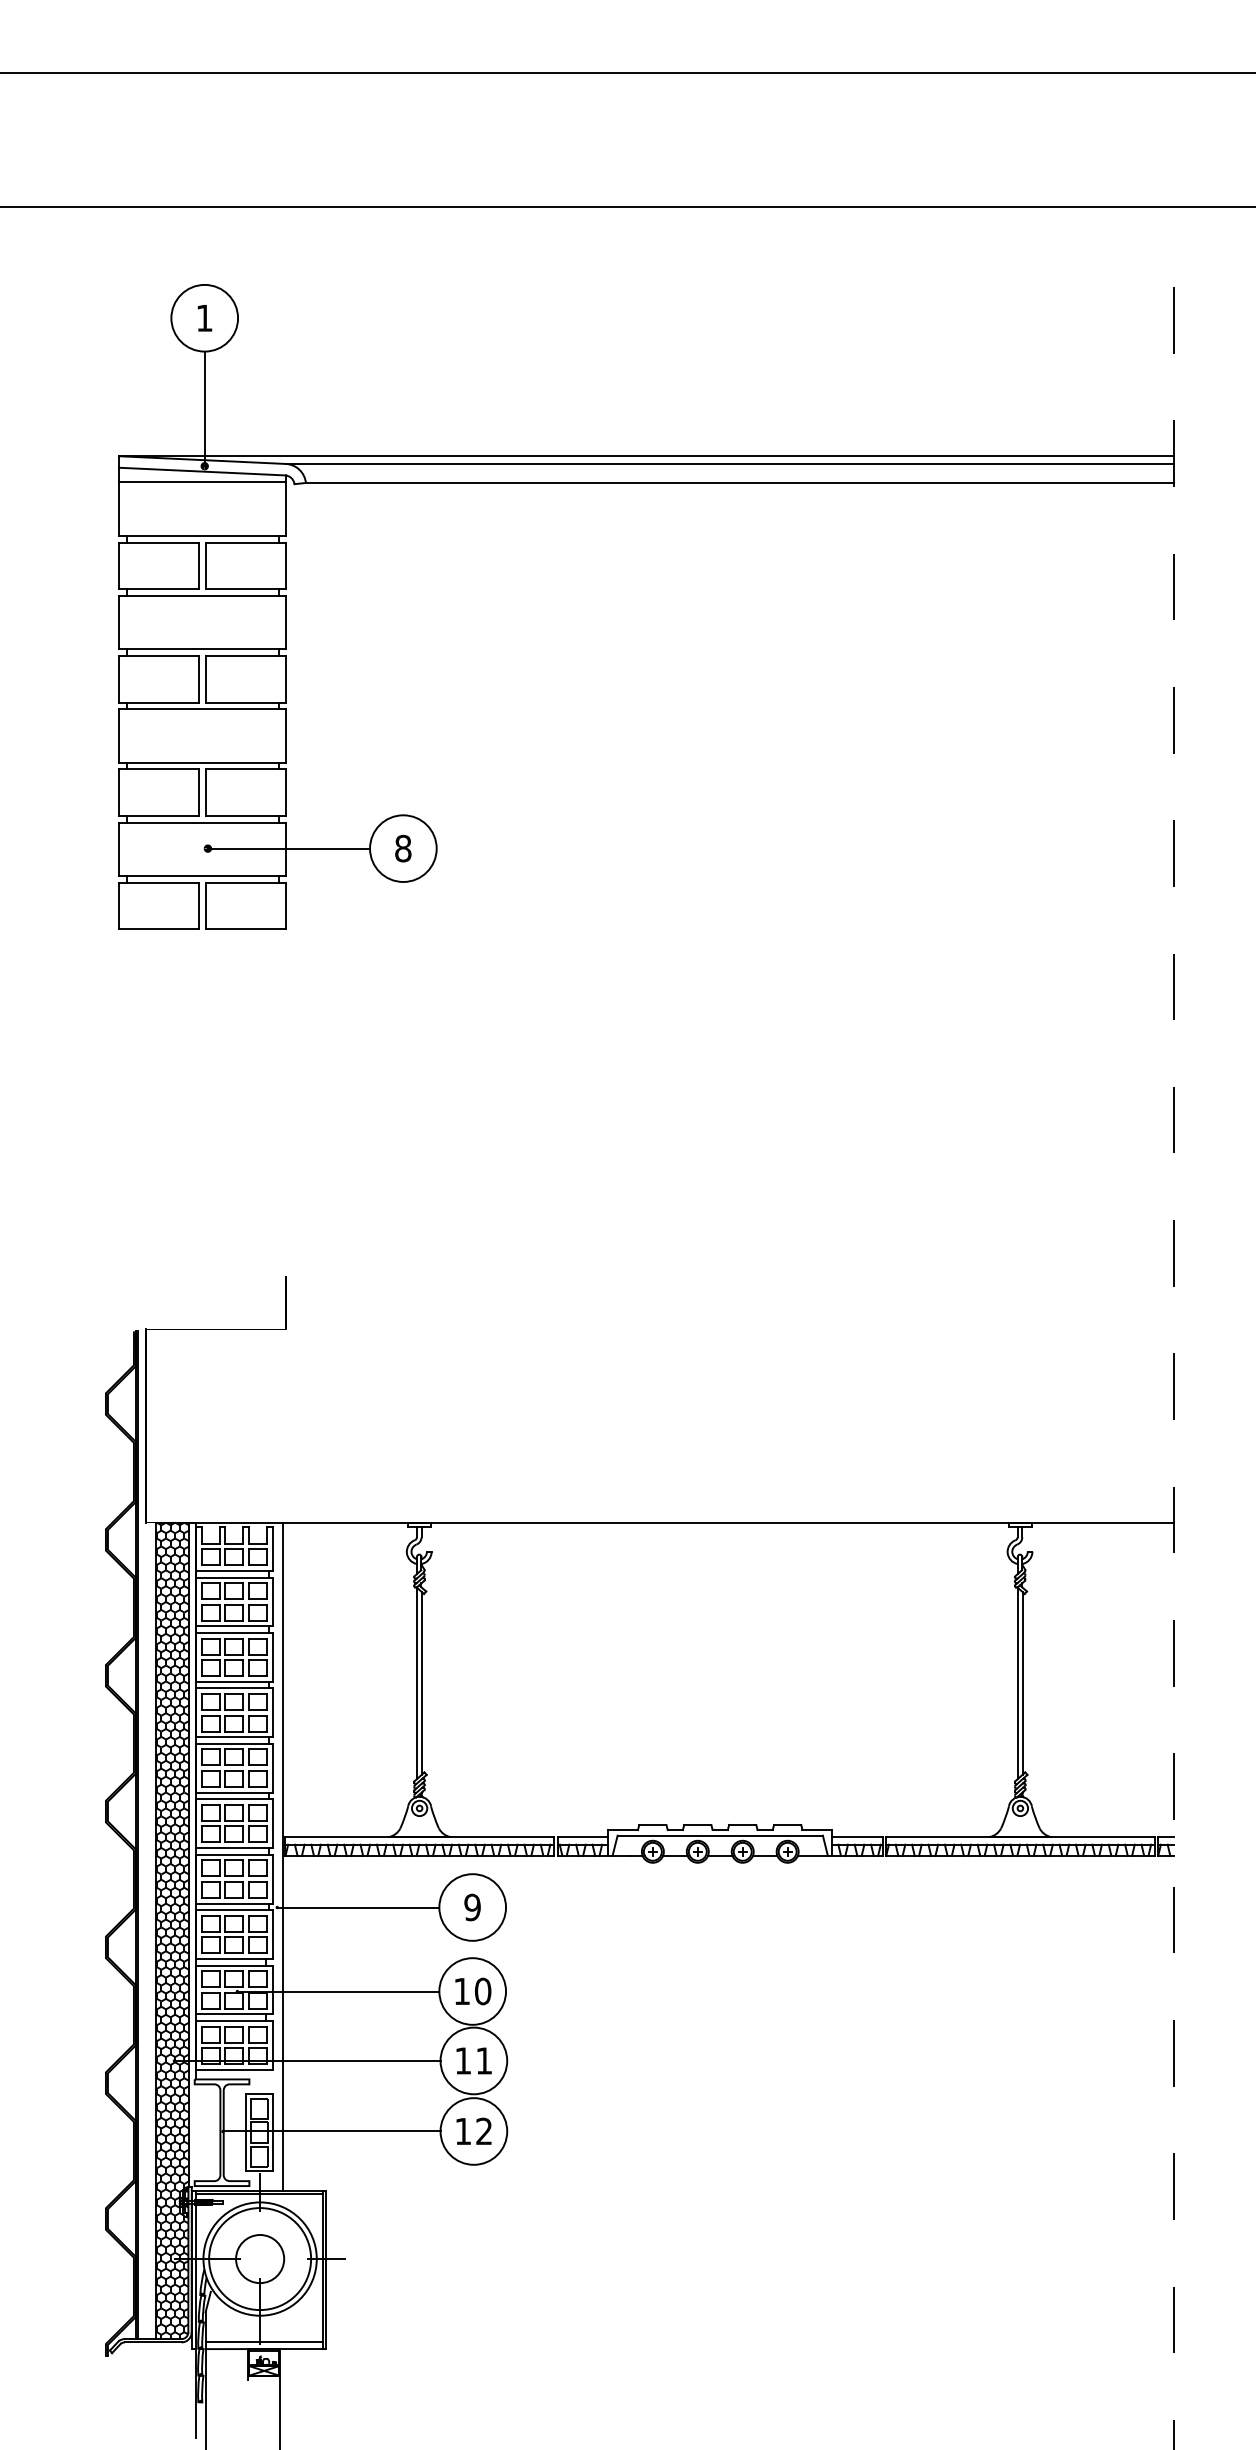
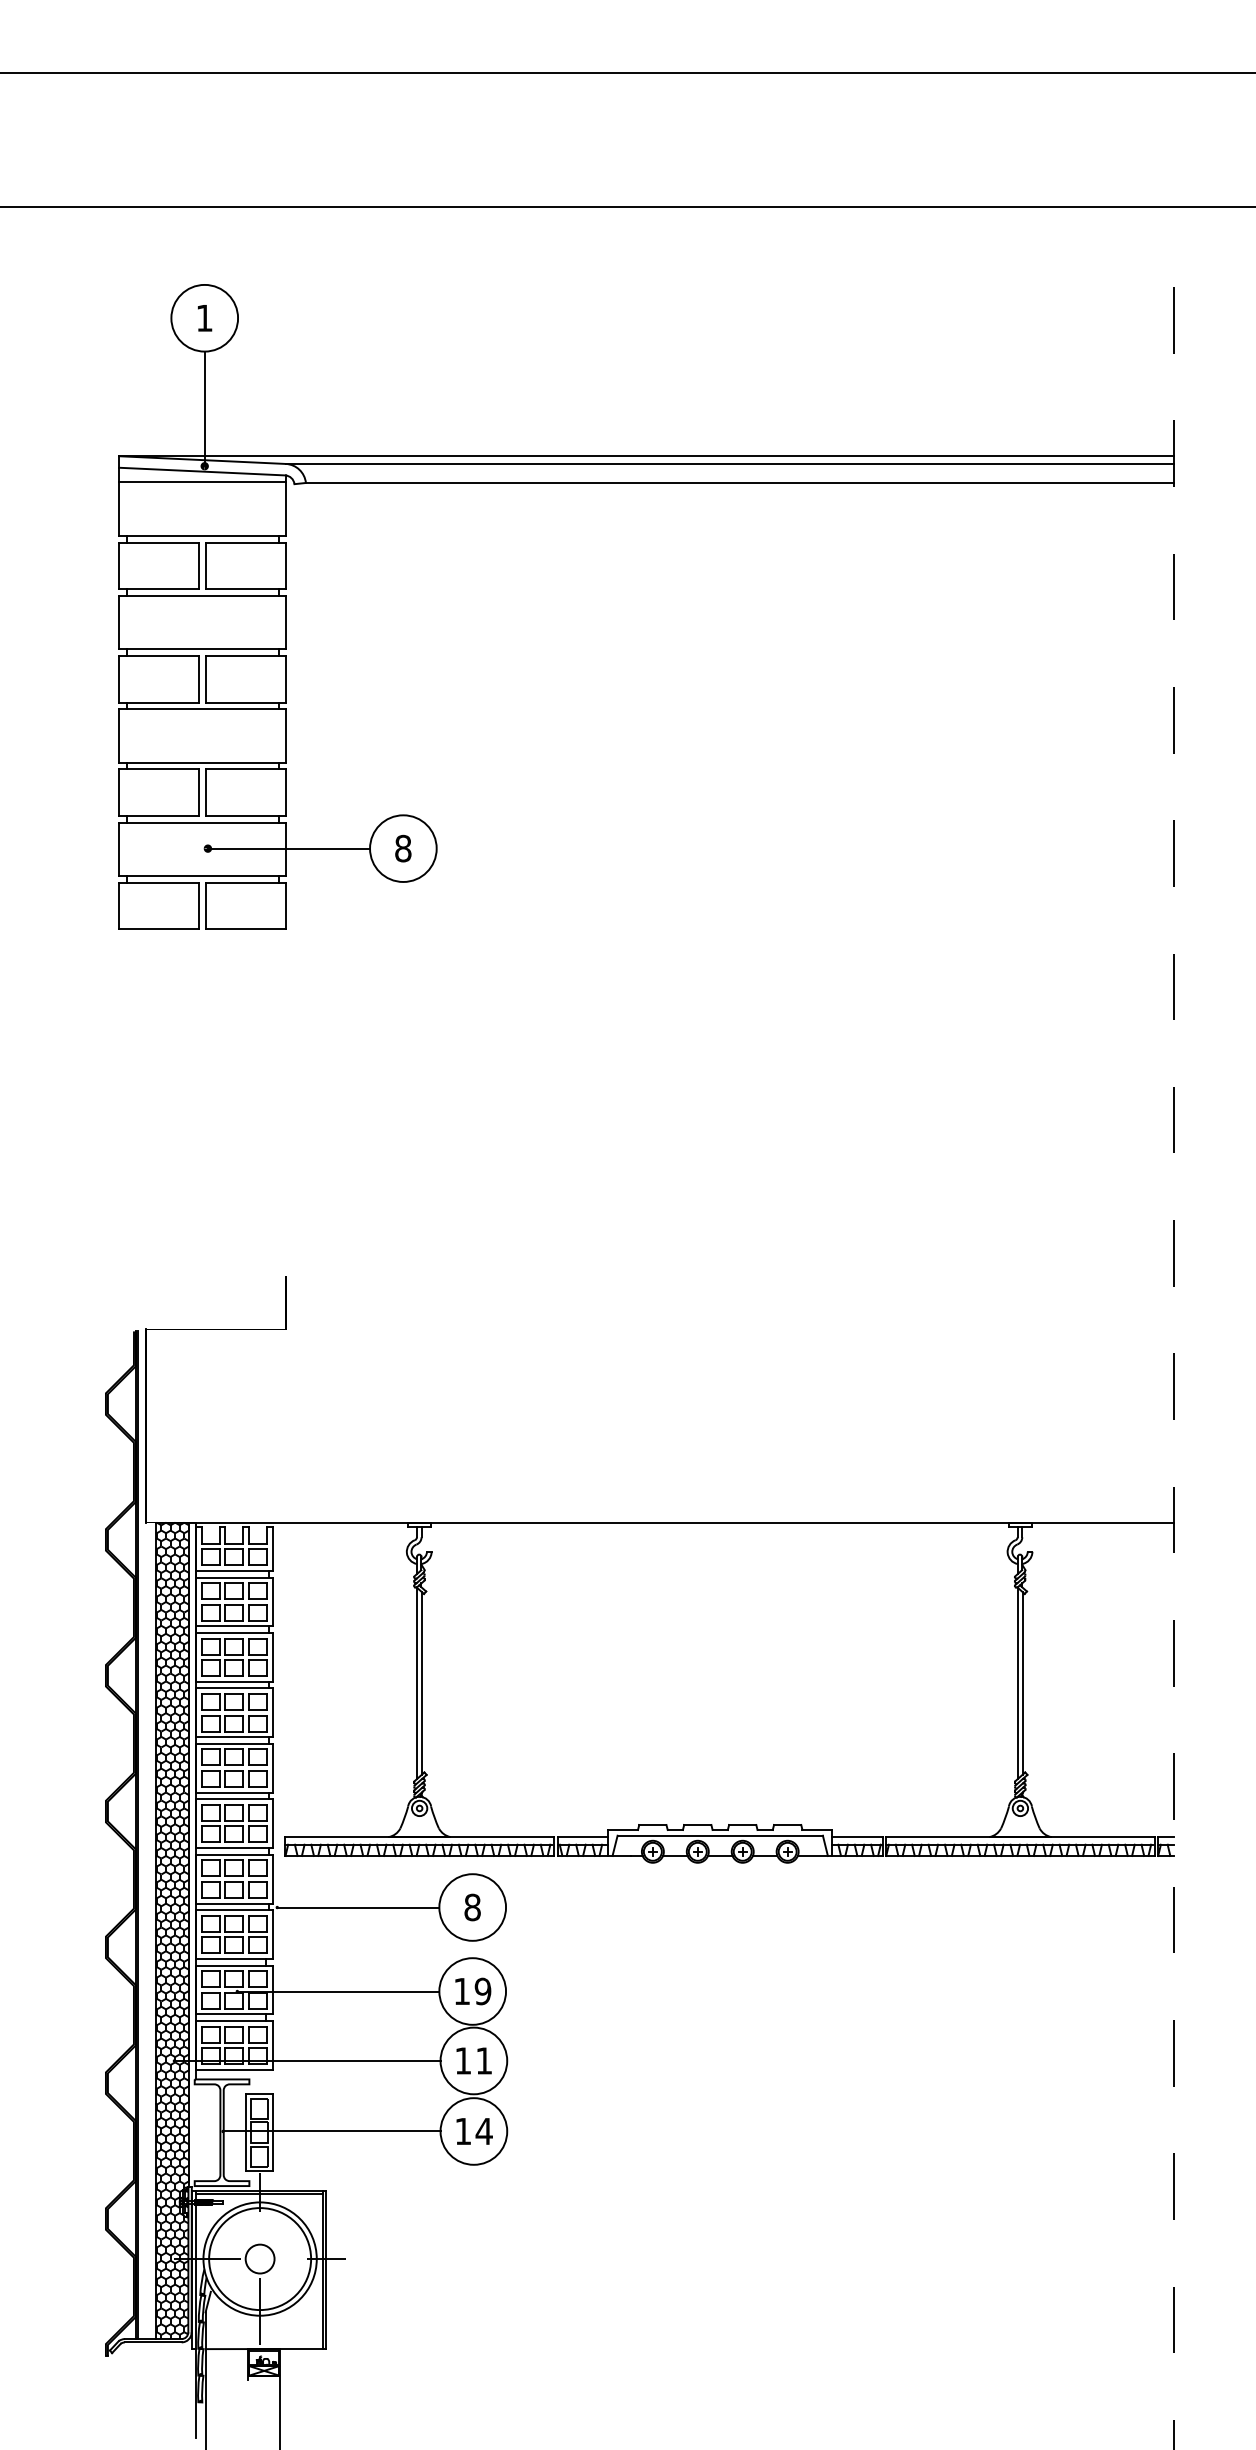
line at (282, 1856): present -> none
text at (472, 1907): 9 -> 8
text at (482, 1991): 10 -> 19
text at (483, 2130): 12 -> 14
circle at (260, 2259) diameter: 48 px -> 29 px
line at (263, 2342): present -> none
